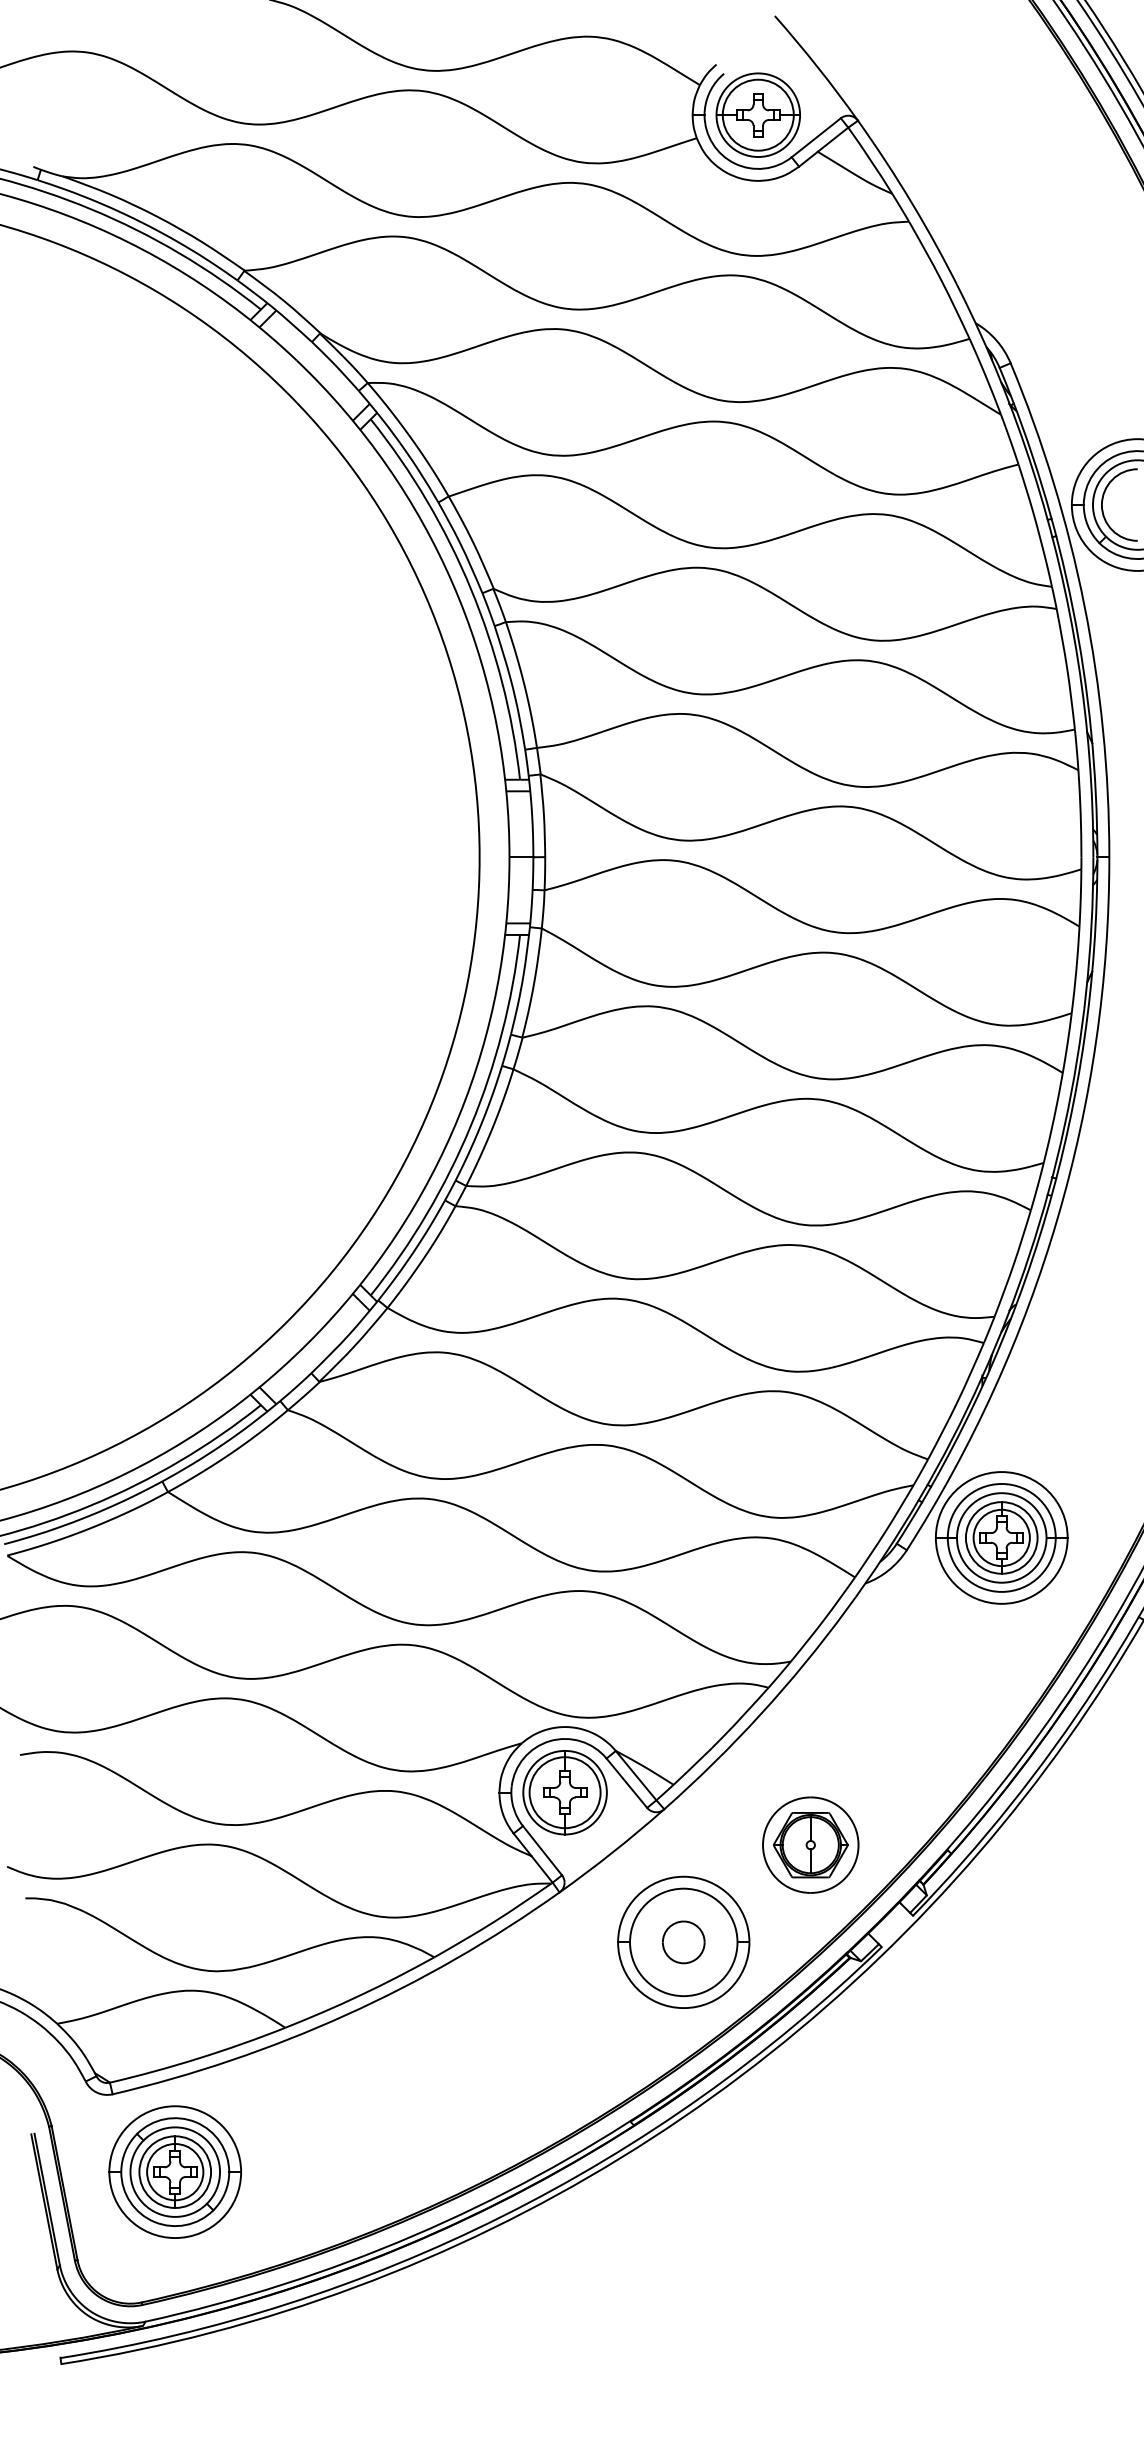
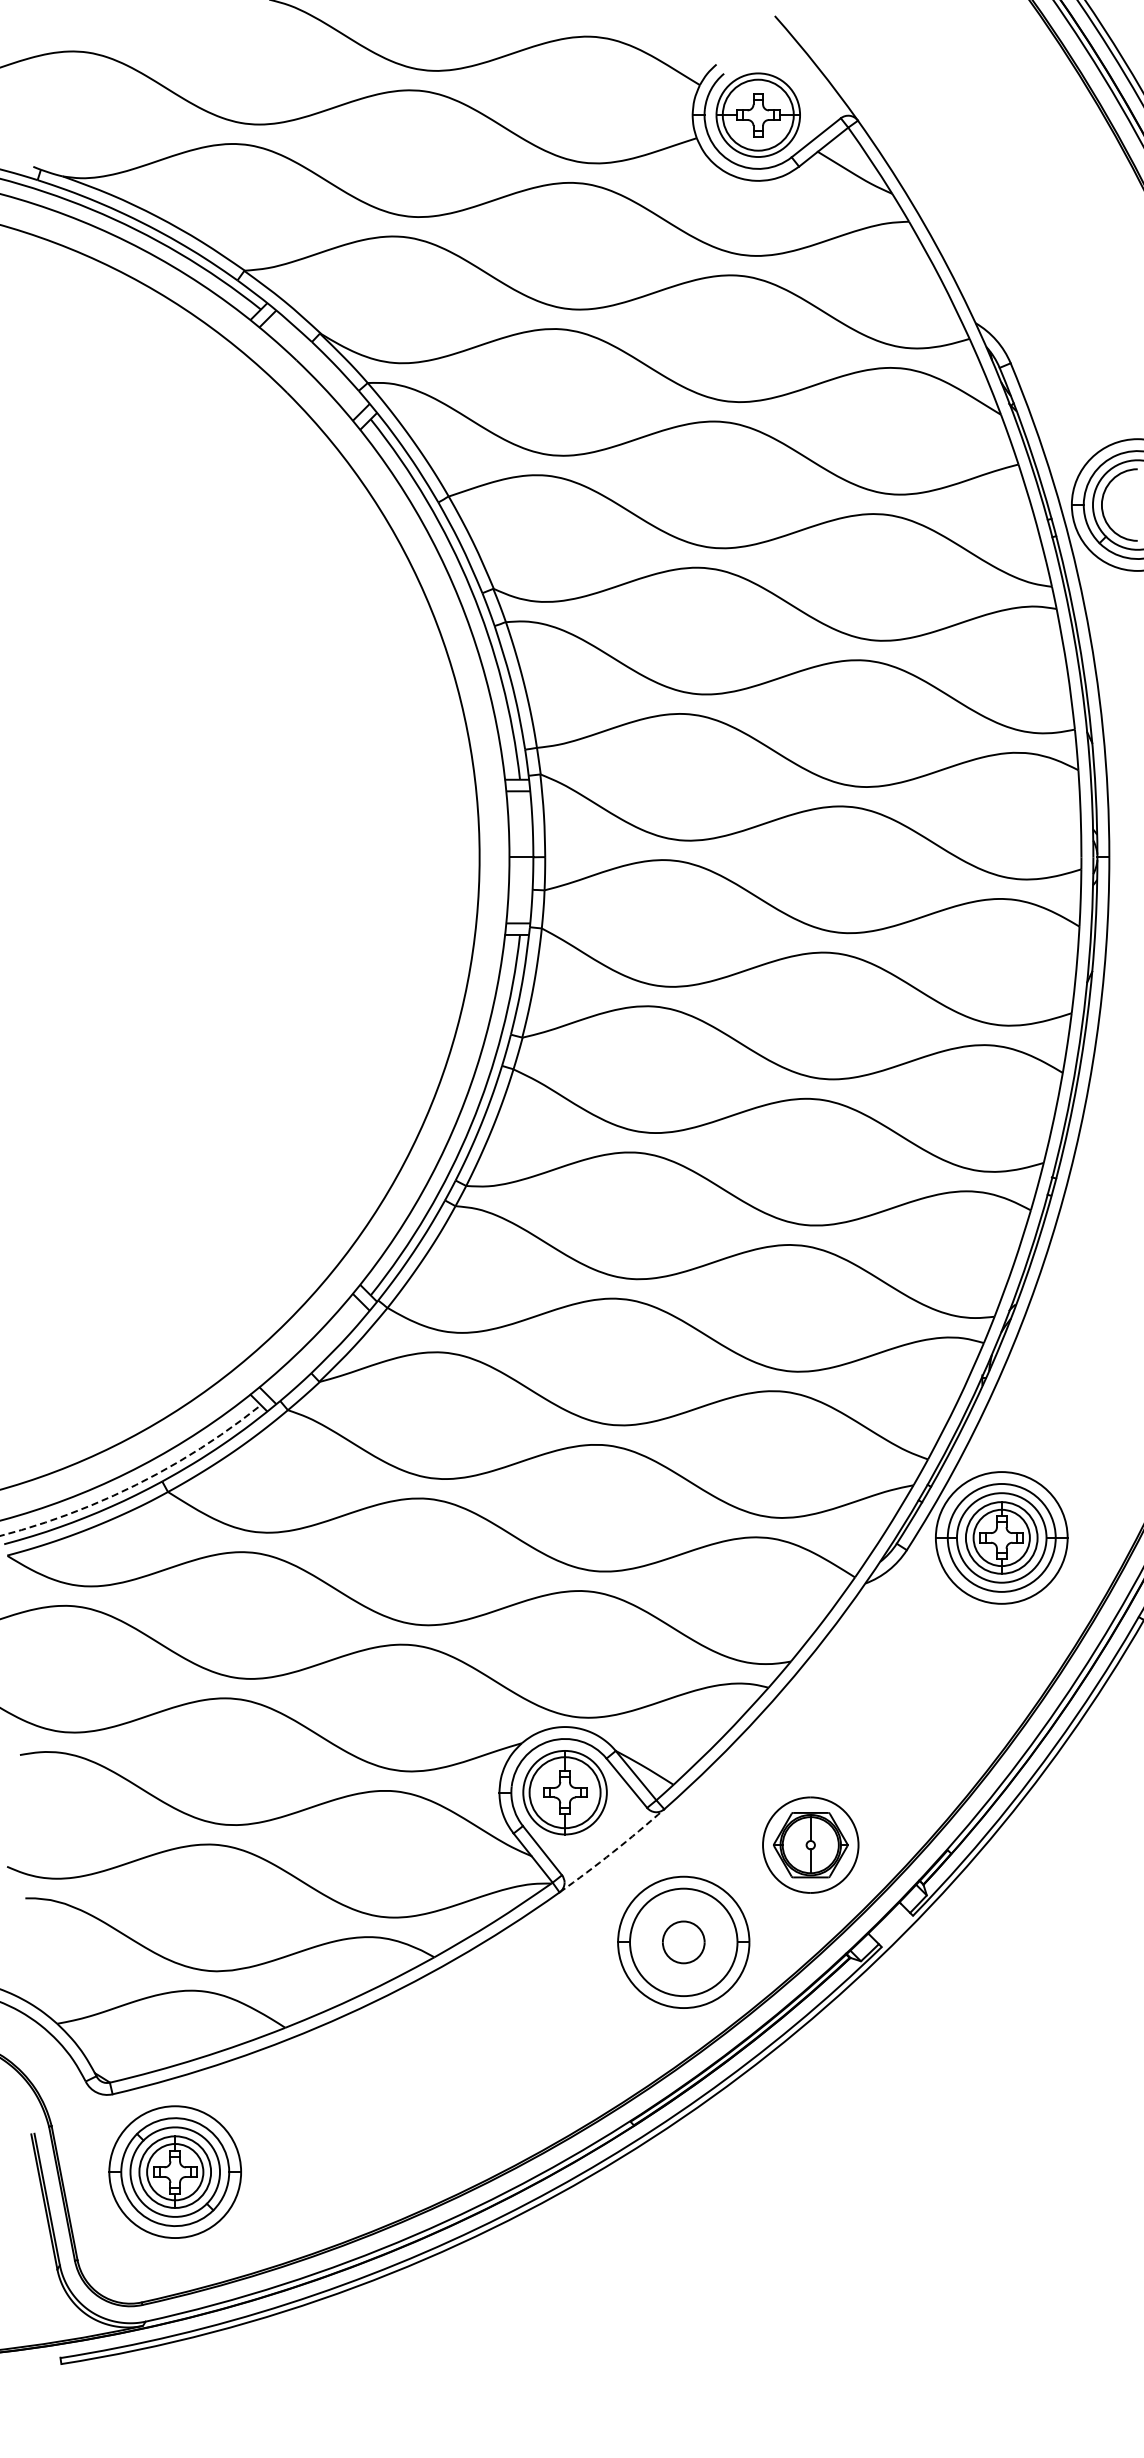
arc at (137, 1484): solid -> dashed
arc at (613, 1852): solid -> dashed
